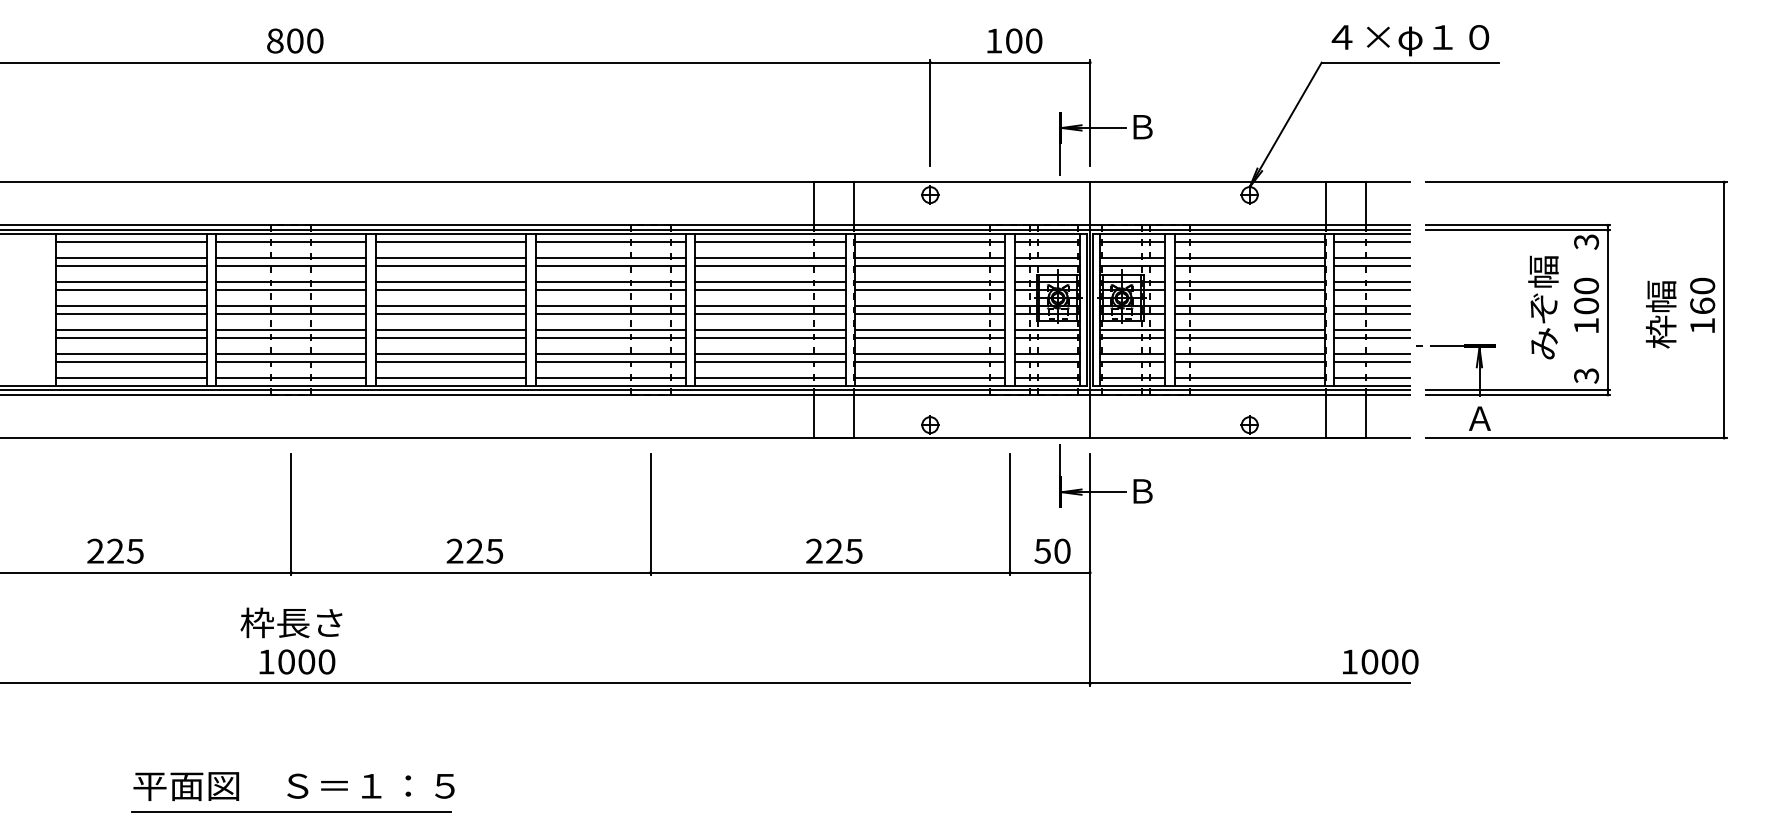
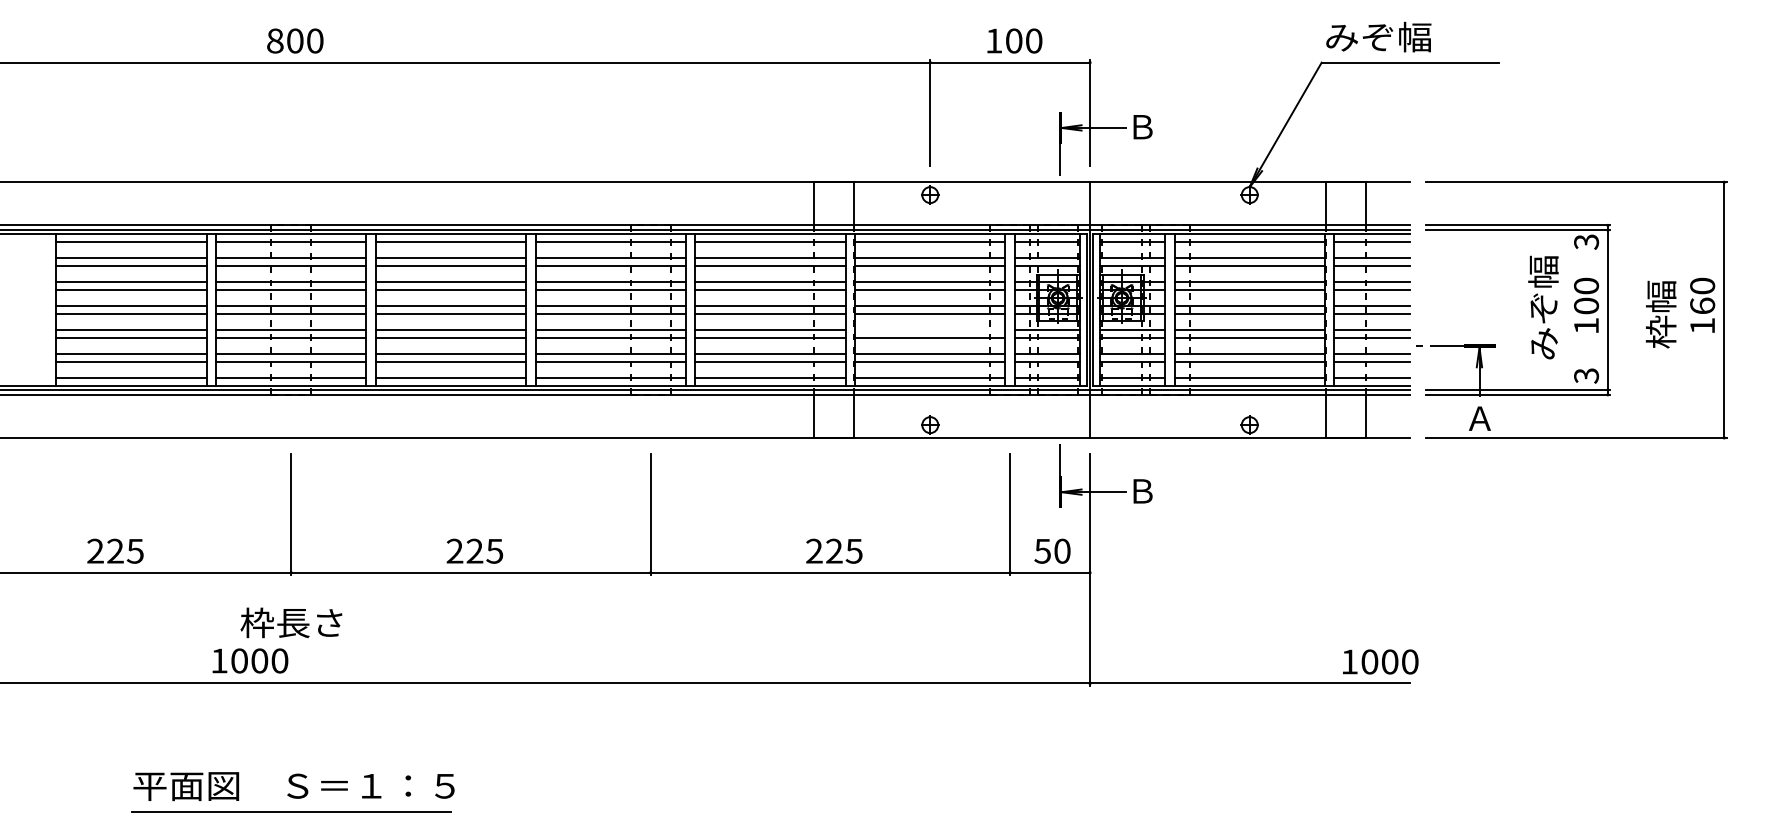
text at (1407, 38): ４×φ１０ -> みぞ幅
line at (930, 330): present -> none
text at (297, 661) position: (297, 661) -> (250, 660)
